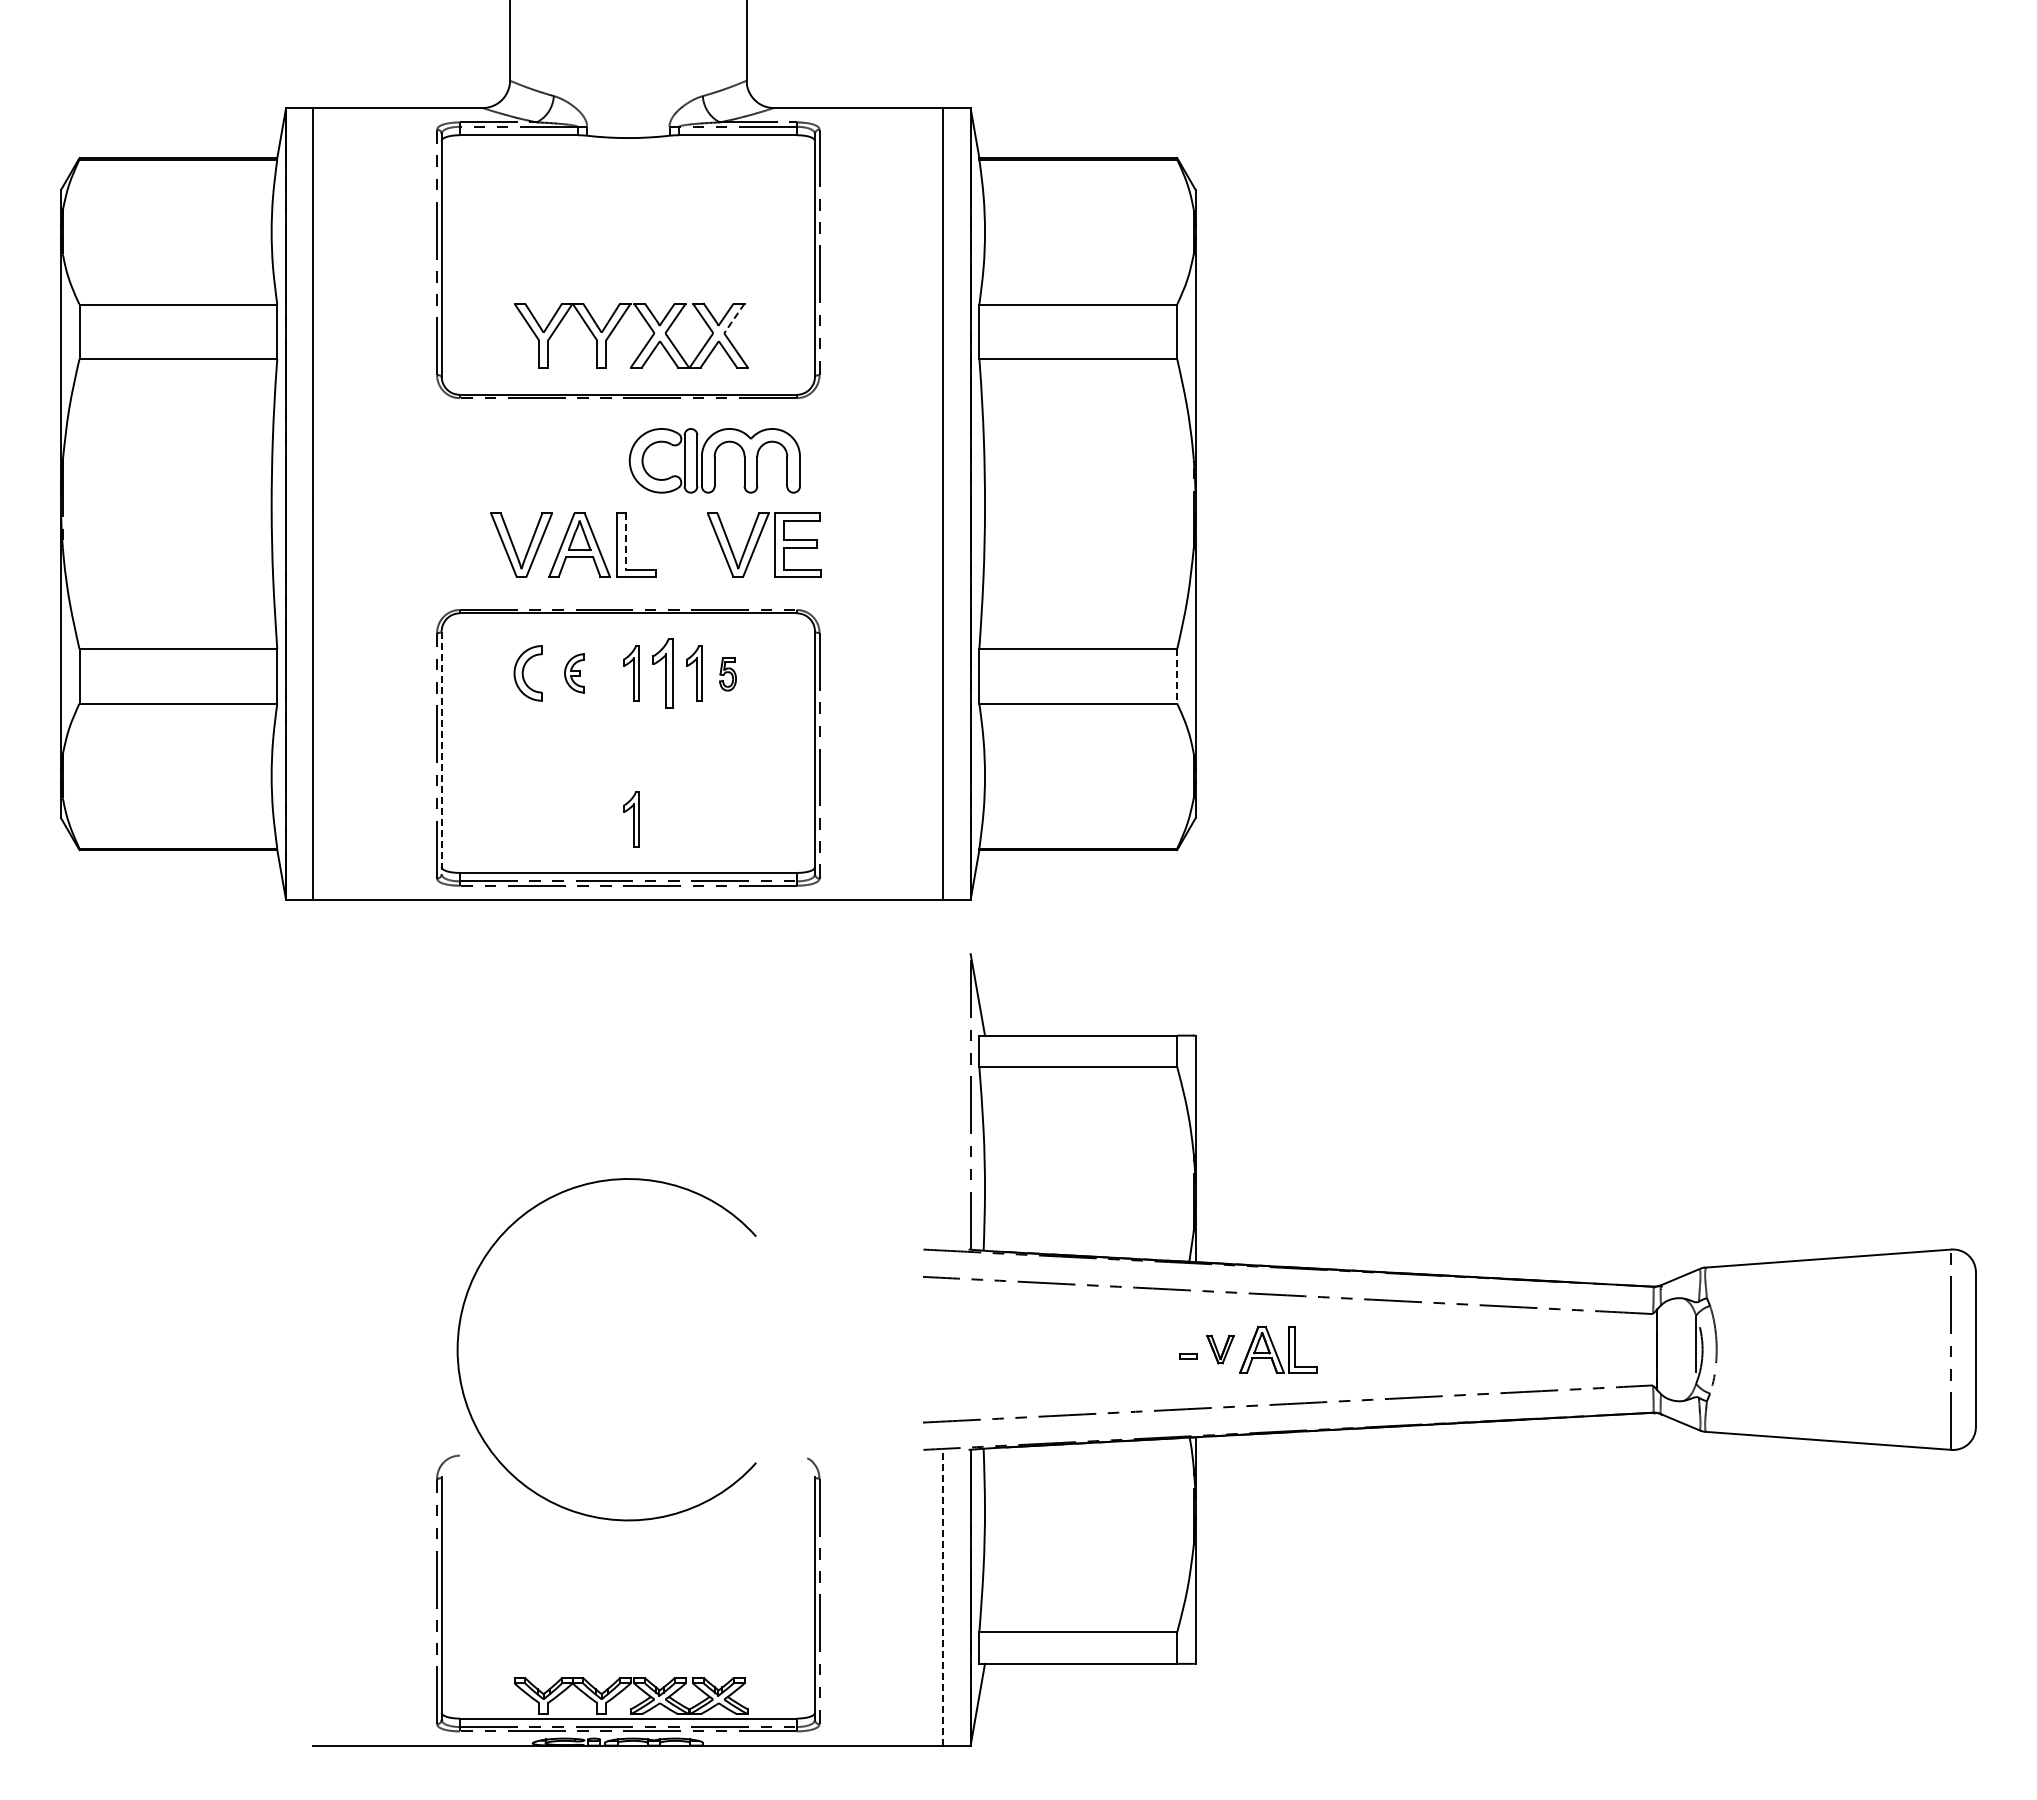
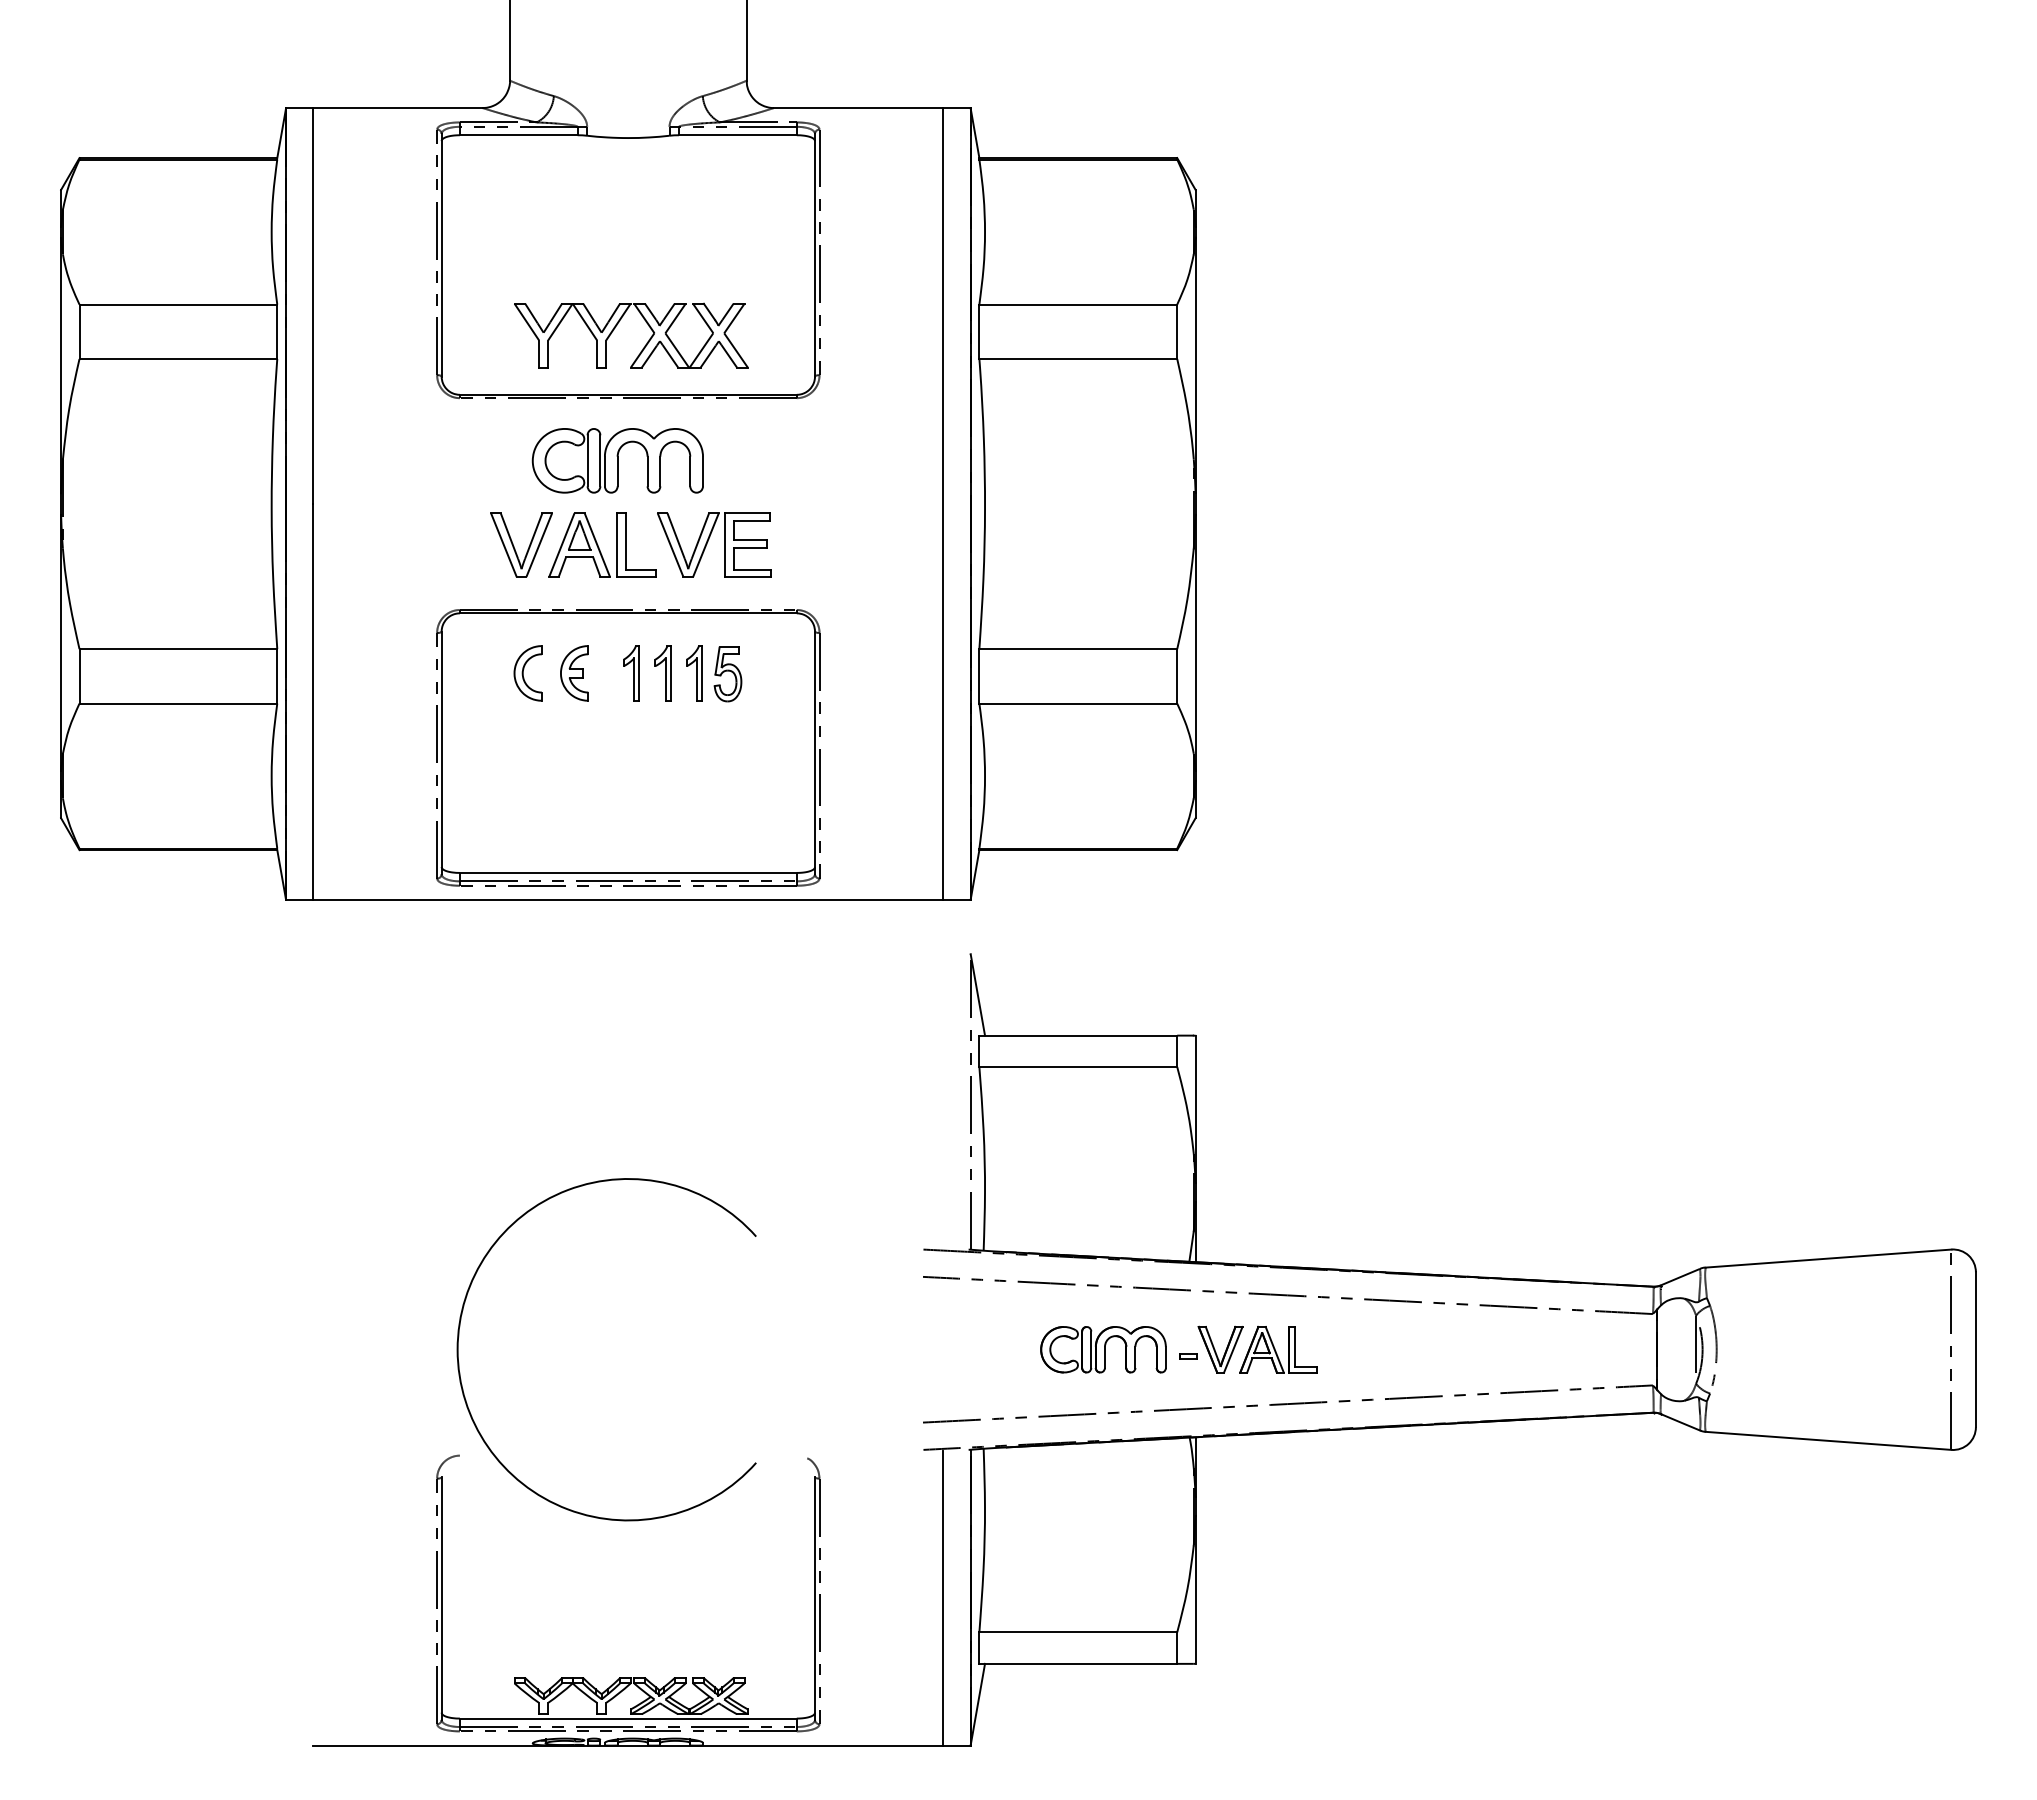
line at (733, 319): dashed -> solid
part at (714, 460) position: (714, 460) -> (617, 460)
line at (625, 541): dashed -> solid
part at (758, 541) position: (758, 541) -> (708, 541)
part at (574, 673) size: 21x41 px -> 29x57 px
part at (662, 673) size: 22x71 px -> 18x57 px
part at (727, 674) size: 18x35 px -> 30x57 px
line at (1177, 676): dashed -> solid
line at (441, 753): dashed -> solid
part at (631, 819): present -> none
part at (1103, 1349): none -> present
part at (1220, 1349) size: 29x31 px -> 47x49 px
line at (943, 1597): dashed -> solid
